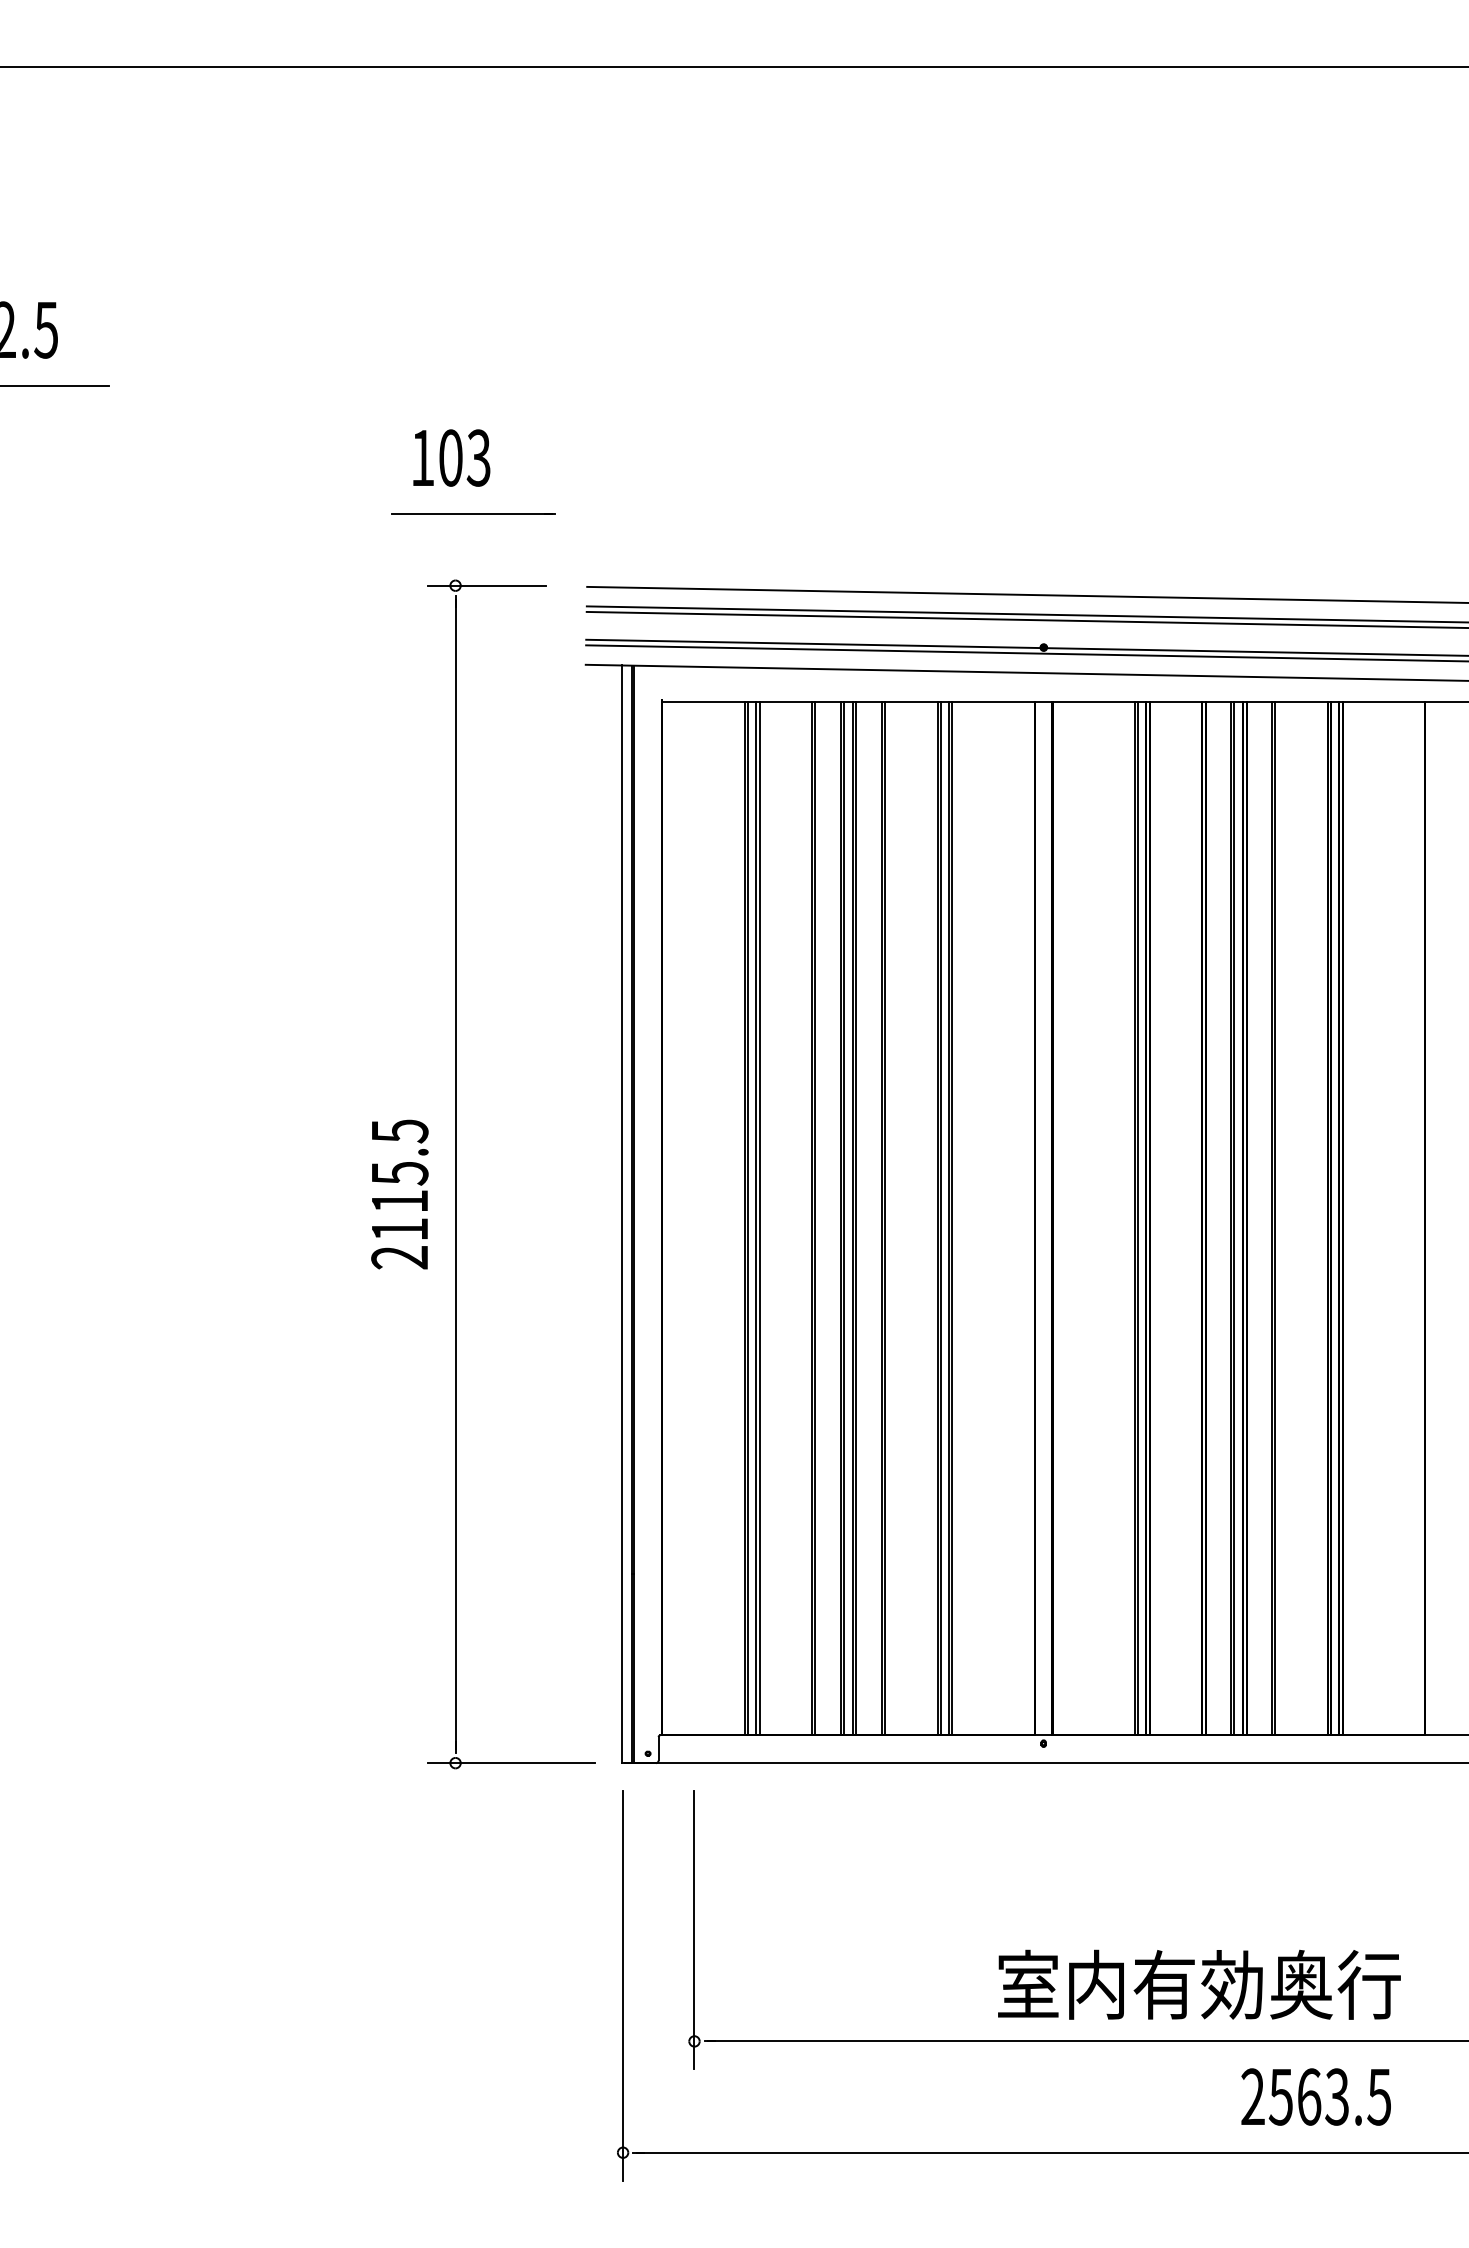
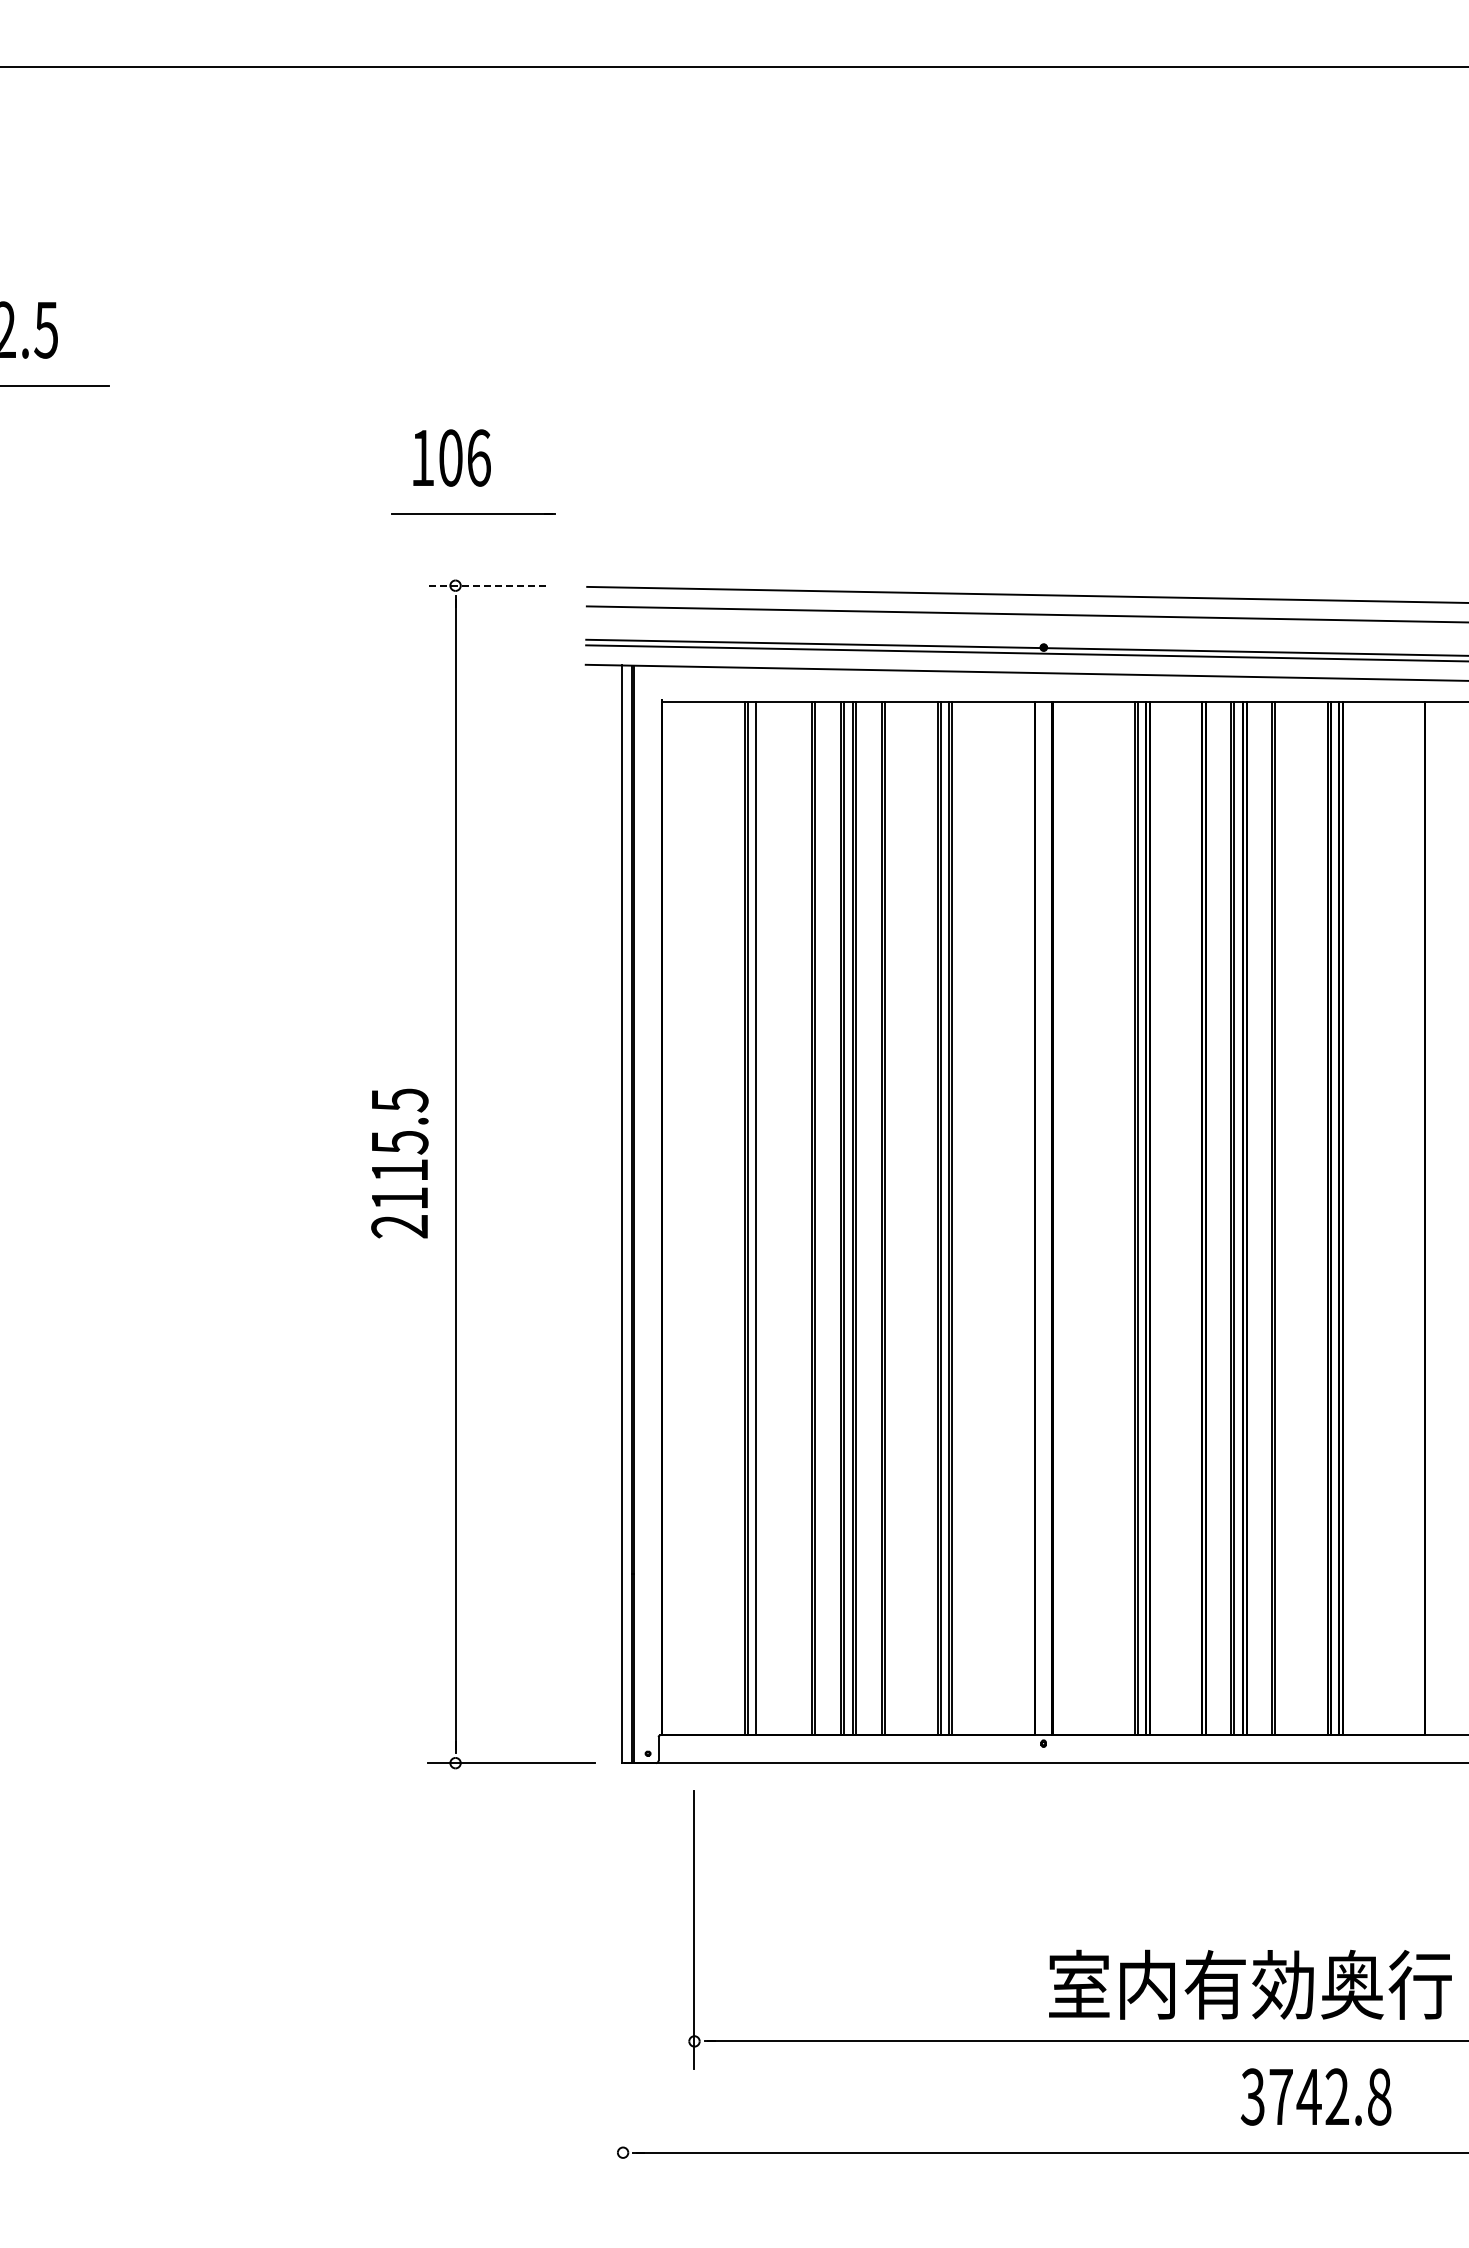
text at (478, 457): 103 -> 106
line at (486, 585): solid -> dashed
line at (1025, 619): present -> none
text at (399, 1194) position: (399, 1194) -> (399, 1163)
line at (759, 1217): present -> none
text at (1199, 1984) position: (1199, 1984) -> (1250, 1984)
line at (623, 1985): present -> none
text at (1315, 2096): 2563.5 -> 3742.8
